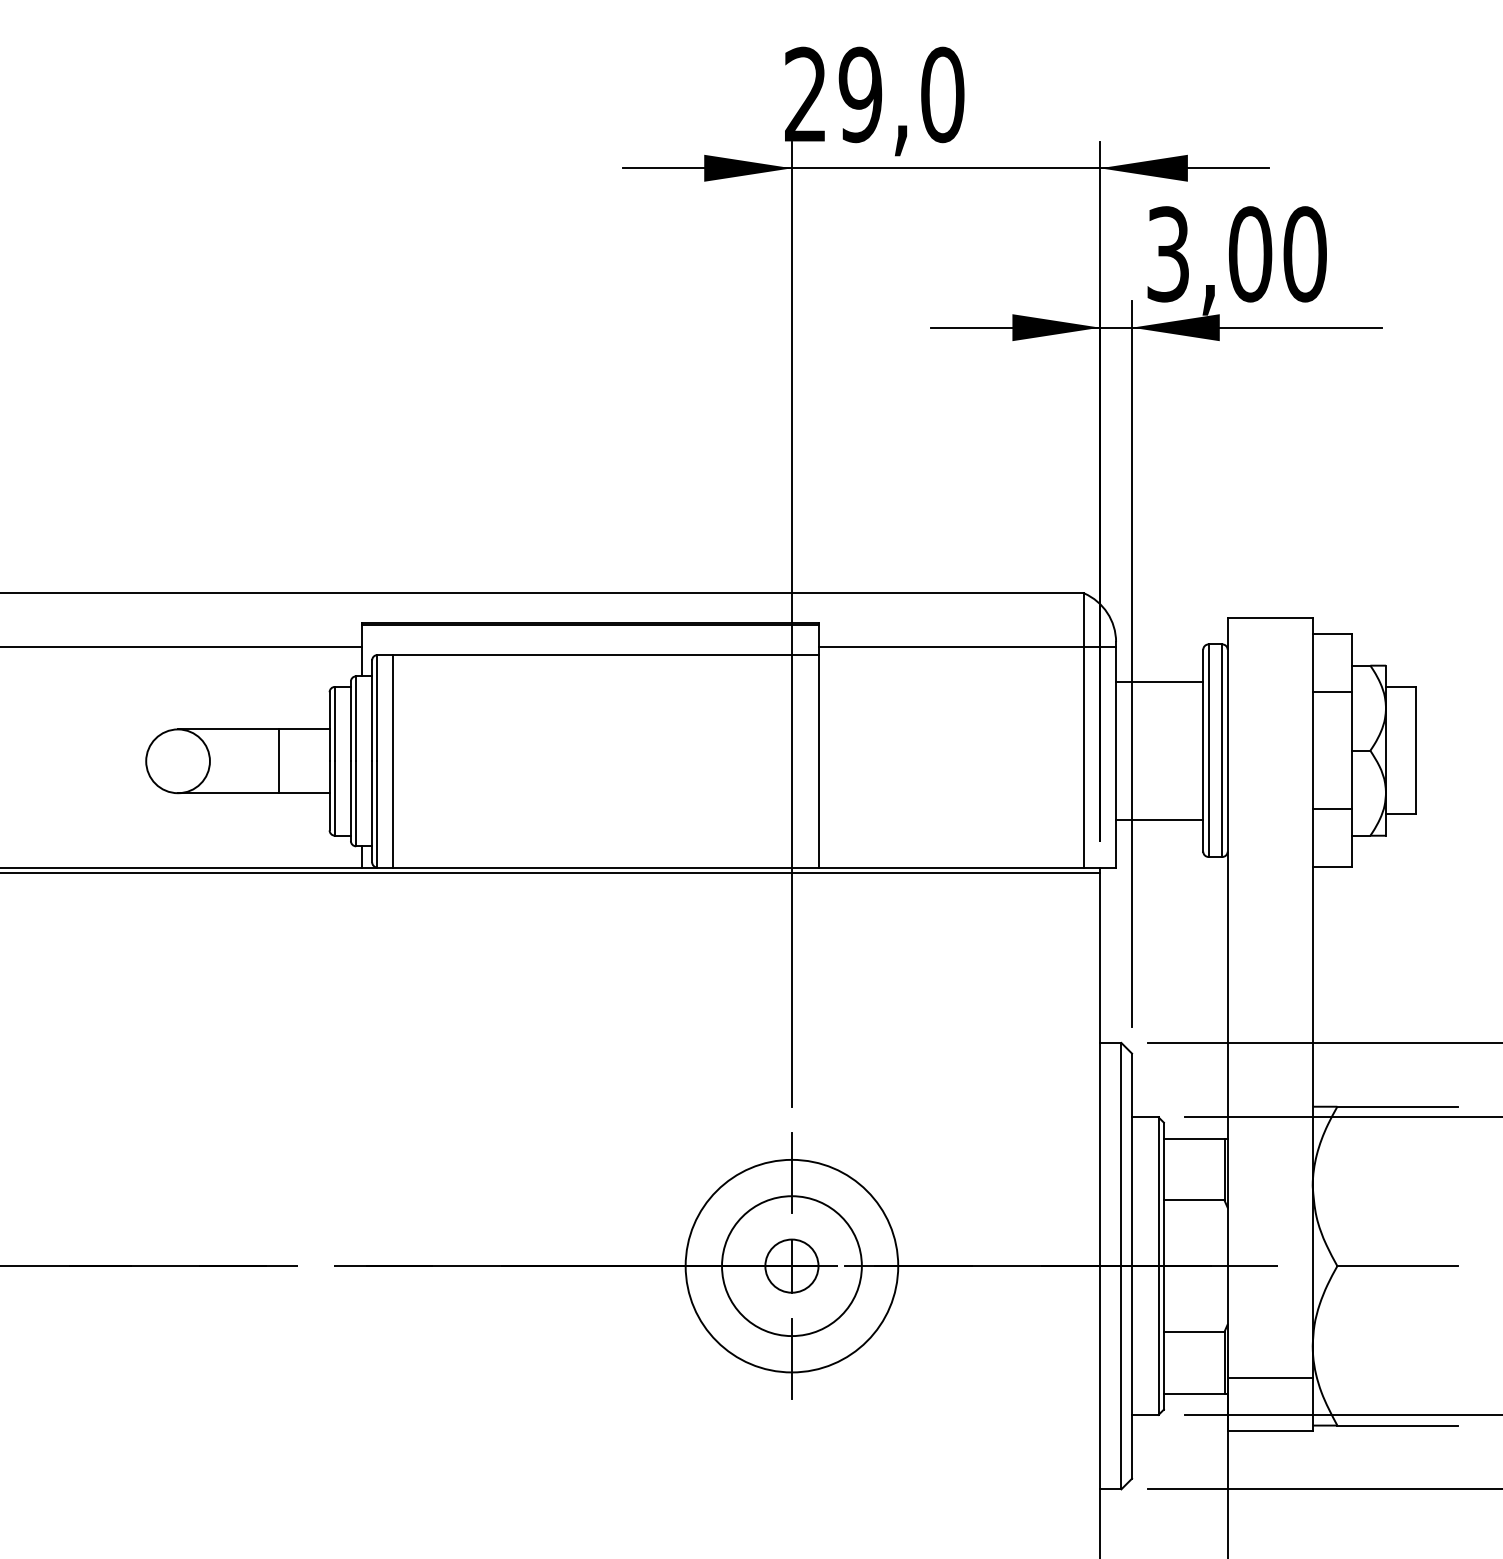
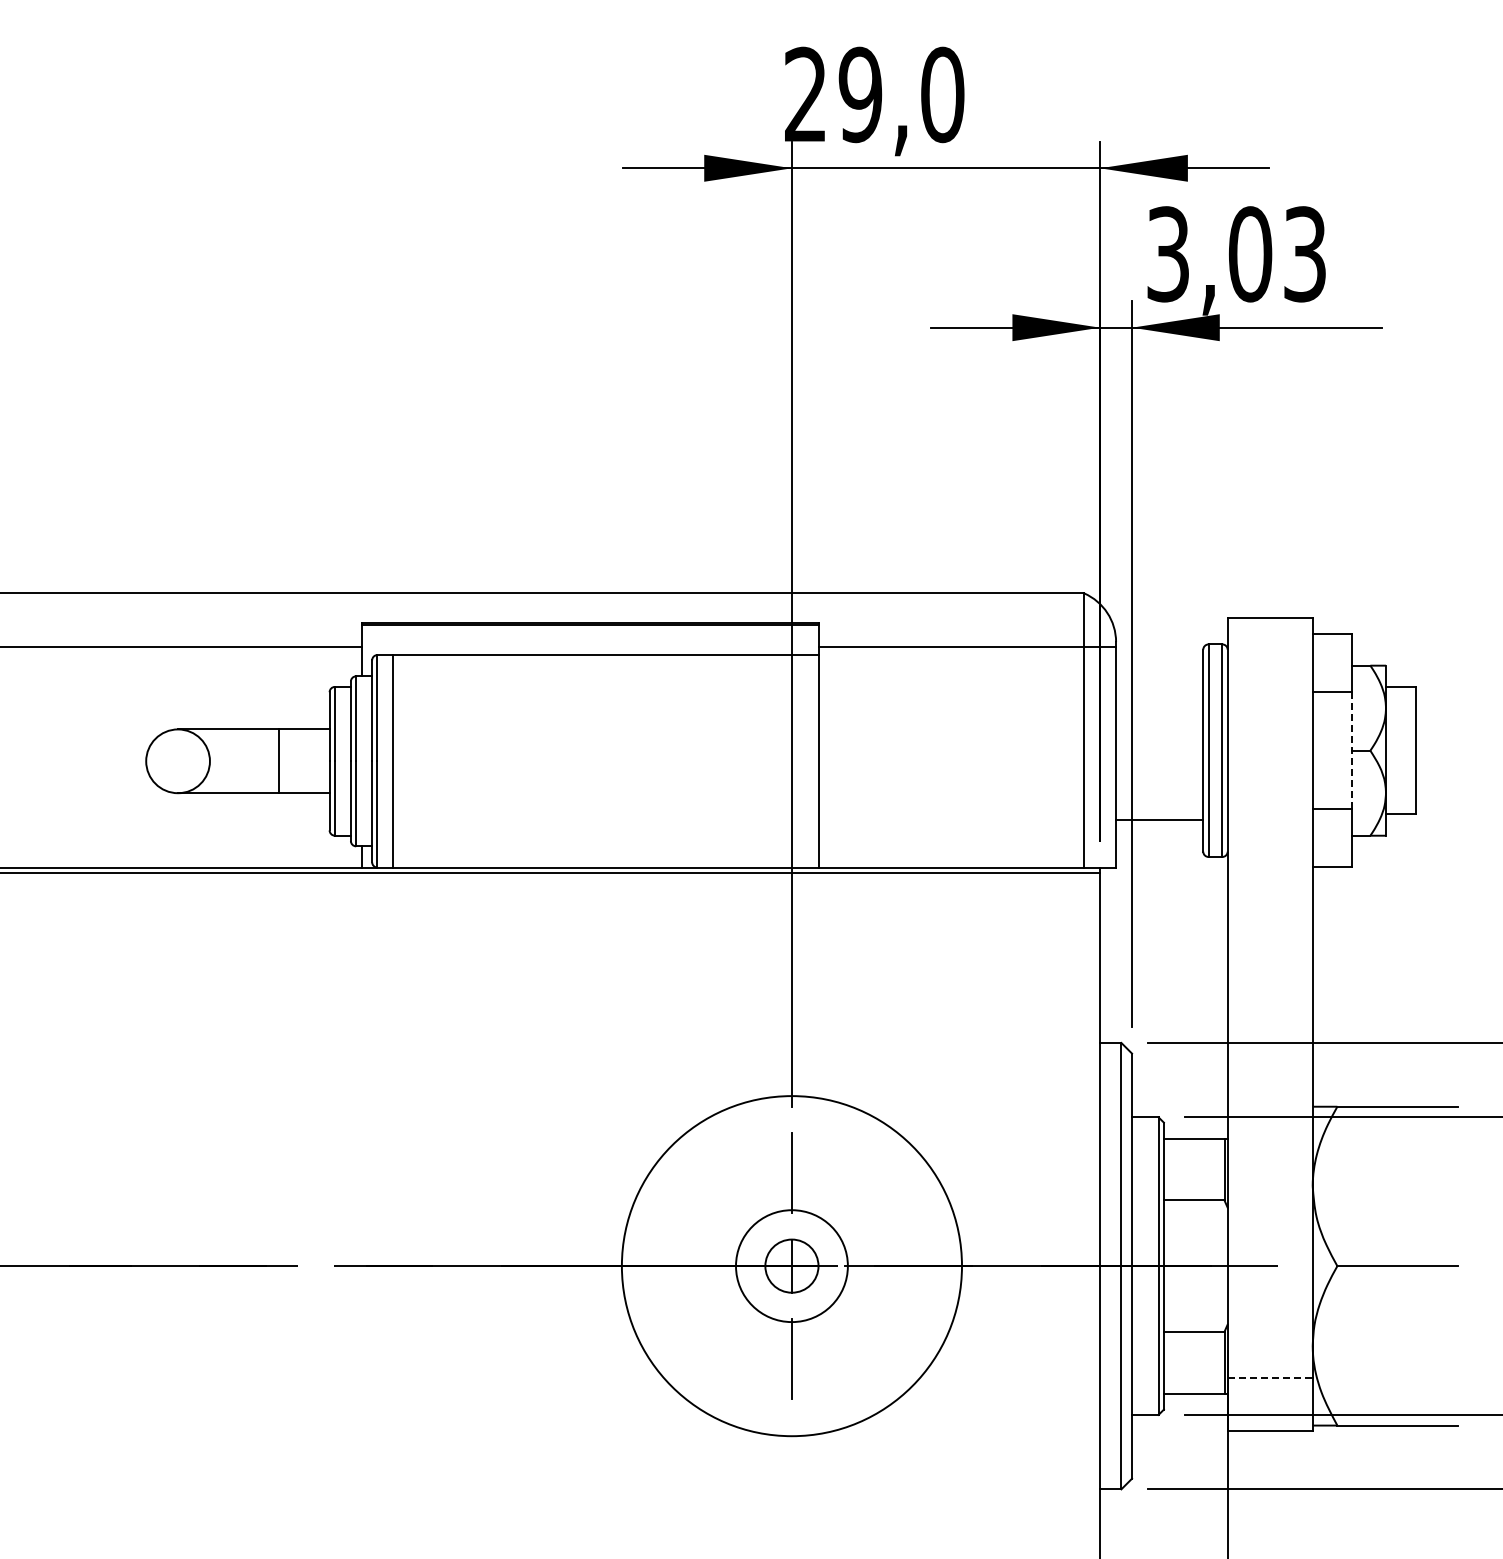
text at (1304, 254): 3,00 -> 3,03
line at (1159, 681): present -> none
line at (1352, 751): solid -> dashed
circle at (791, 1265) diameter: 213 px -> 340 px
circle at (791, 1266) diameter: 140 px -> 112 px
line at (1270, 1377): solid -> dashed
